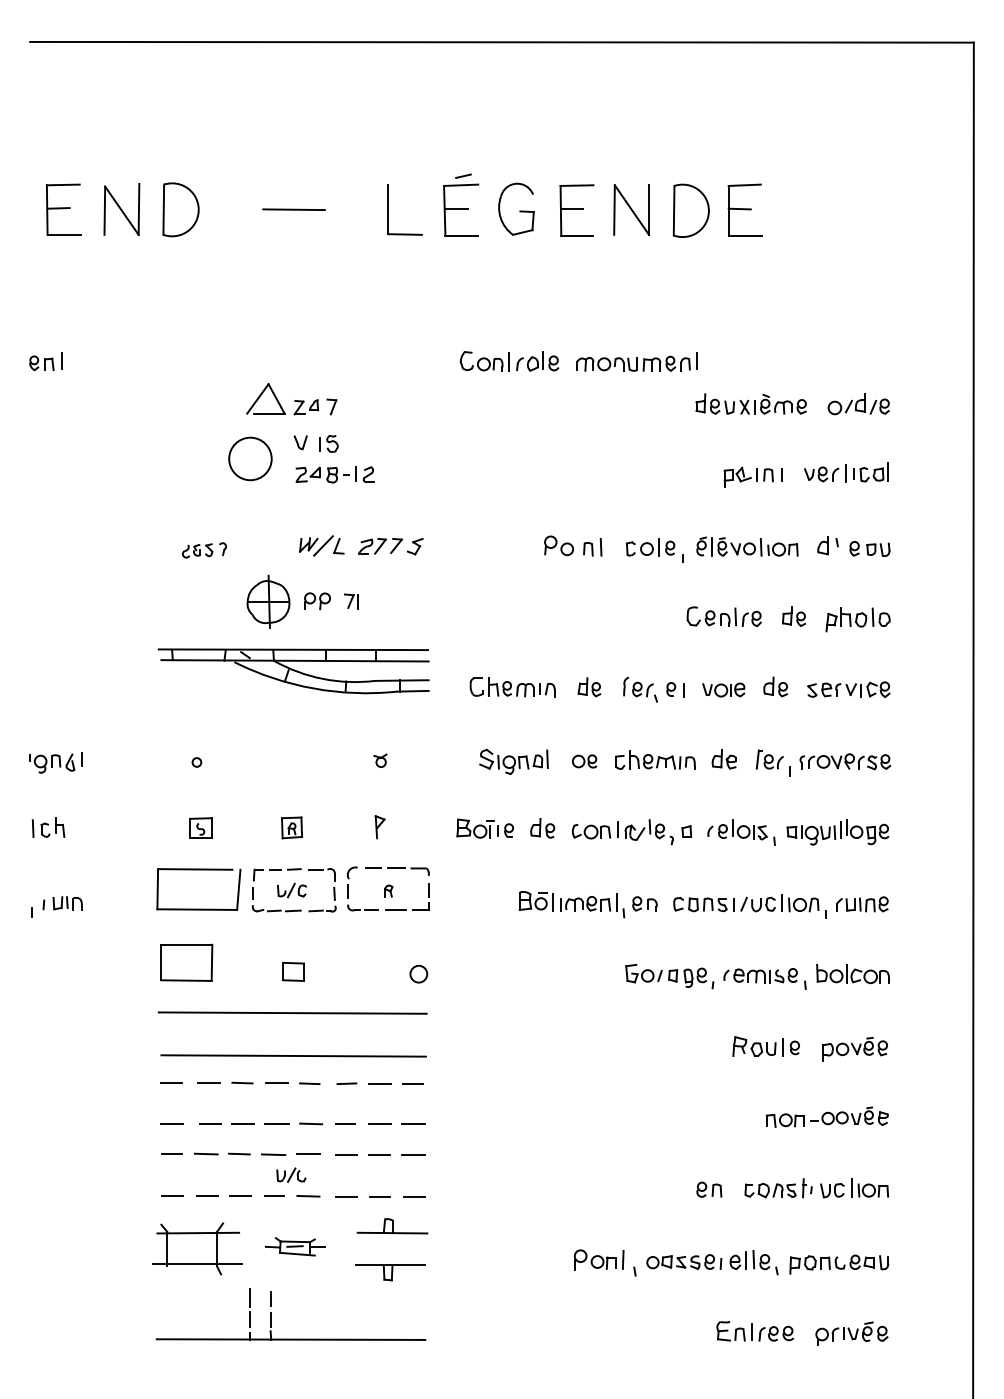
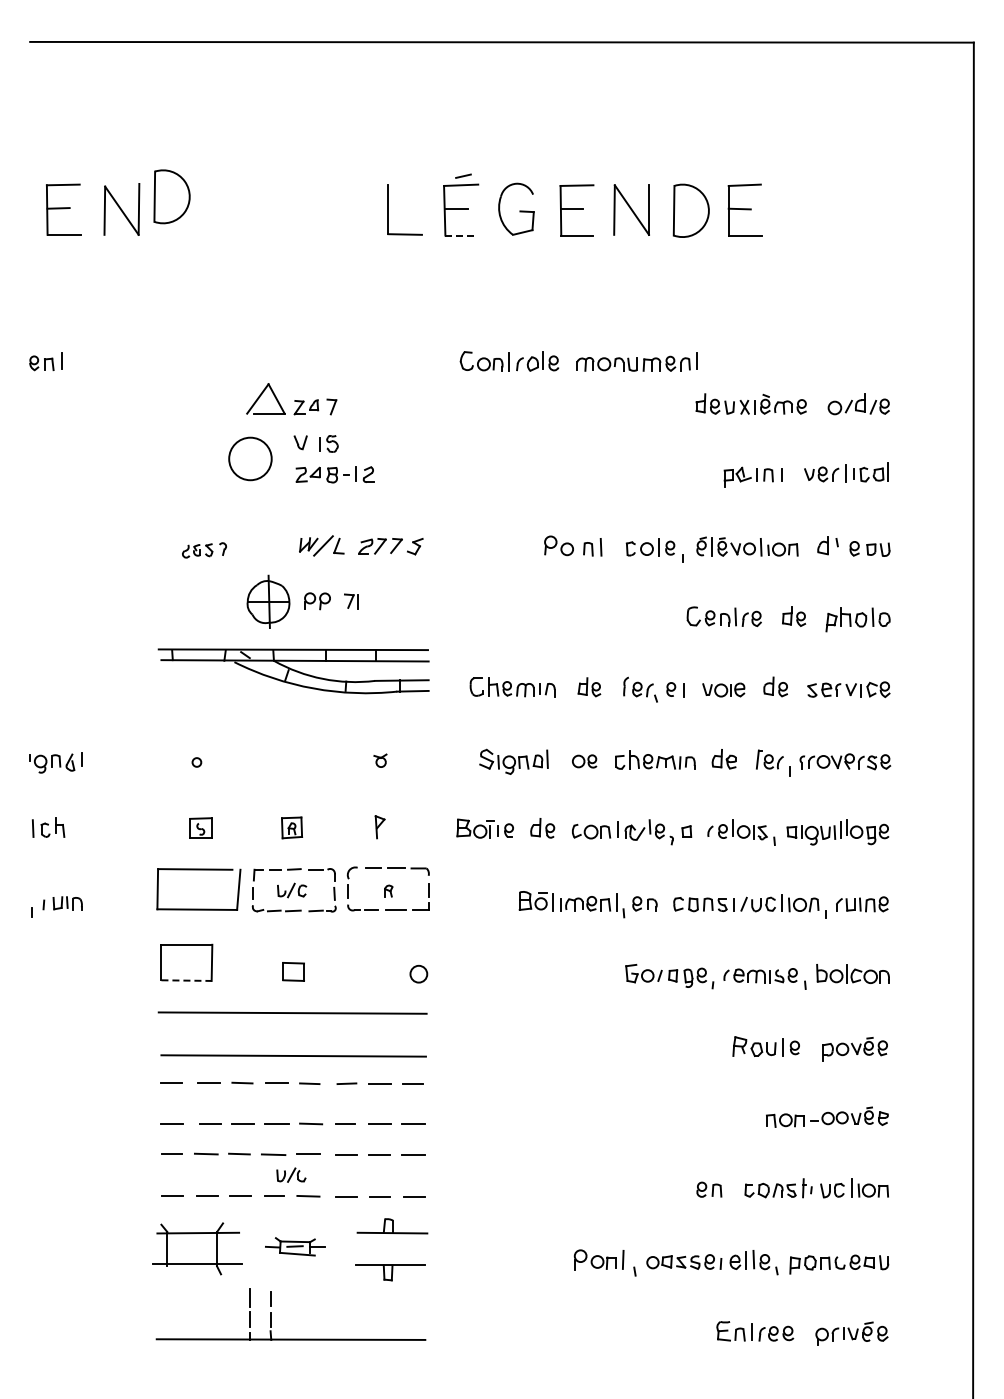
part at (180, 209) position: (180, 209) -> (171, 196)
line at (293, 209): present -> none
line at (461, 235): solid -> dashed
line at (187, 980): solid -> dashed
